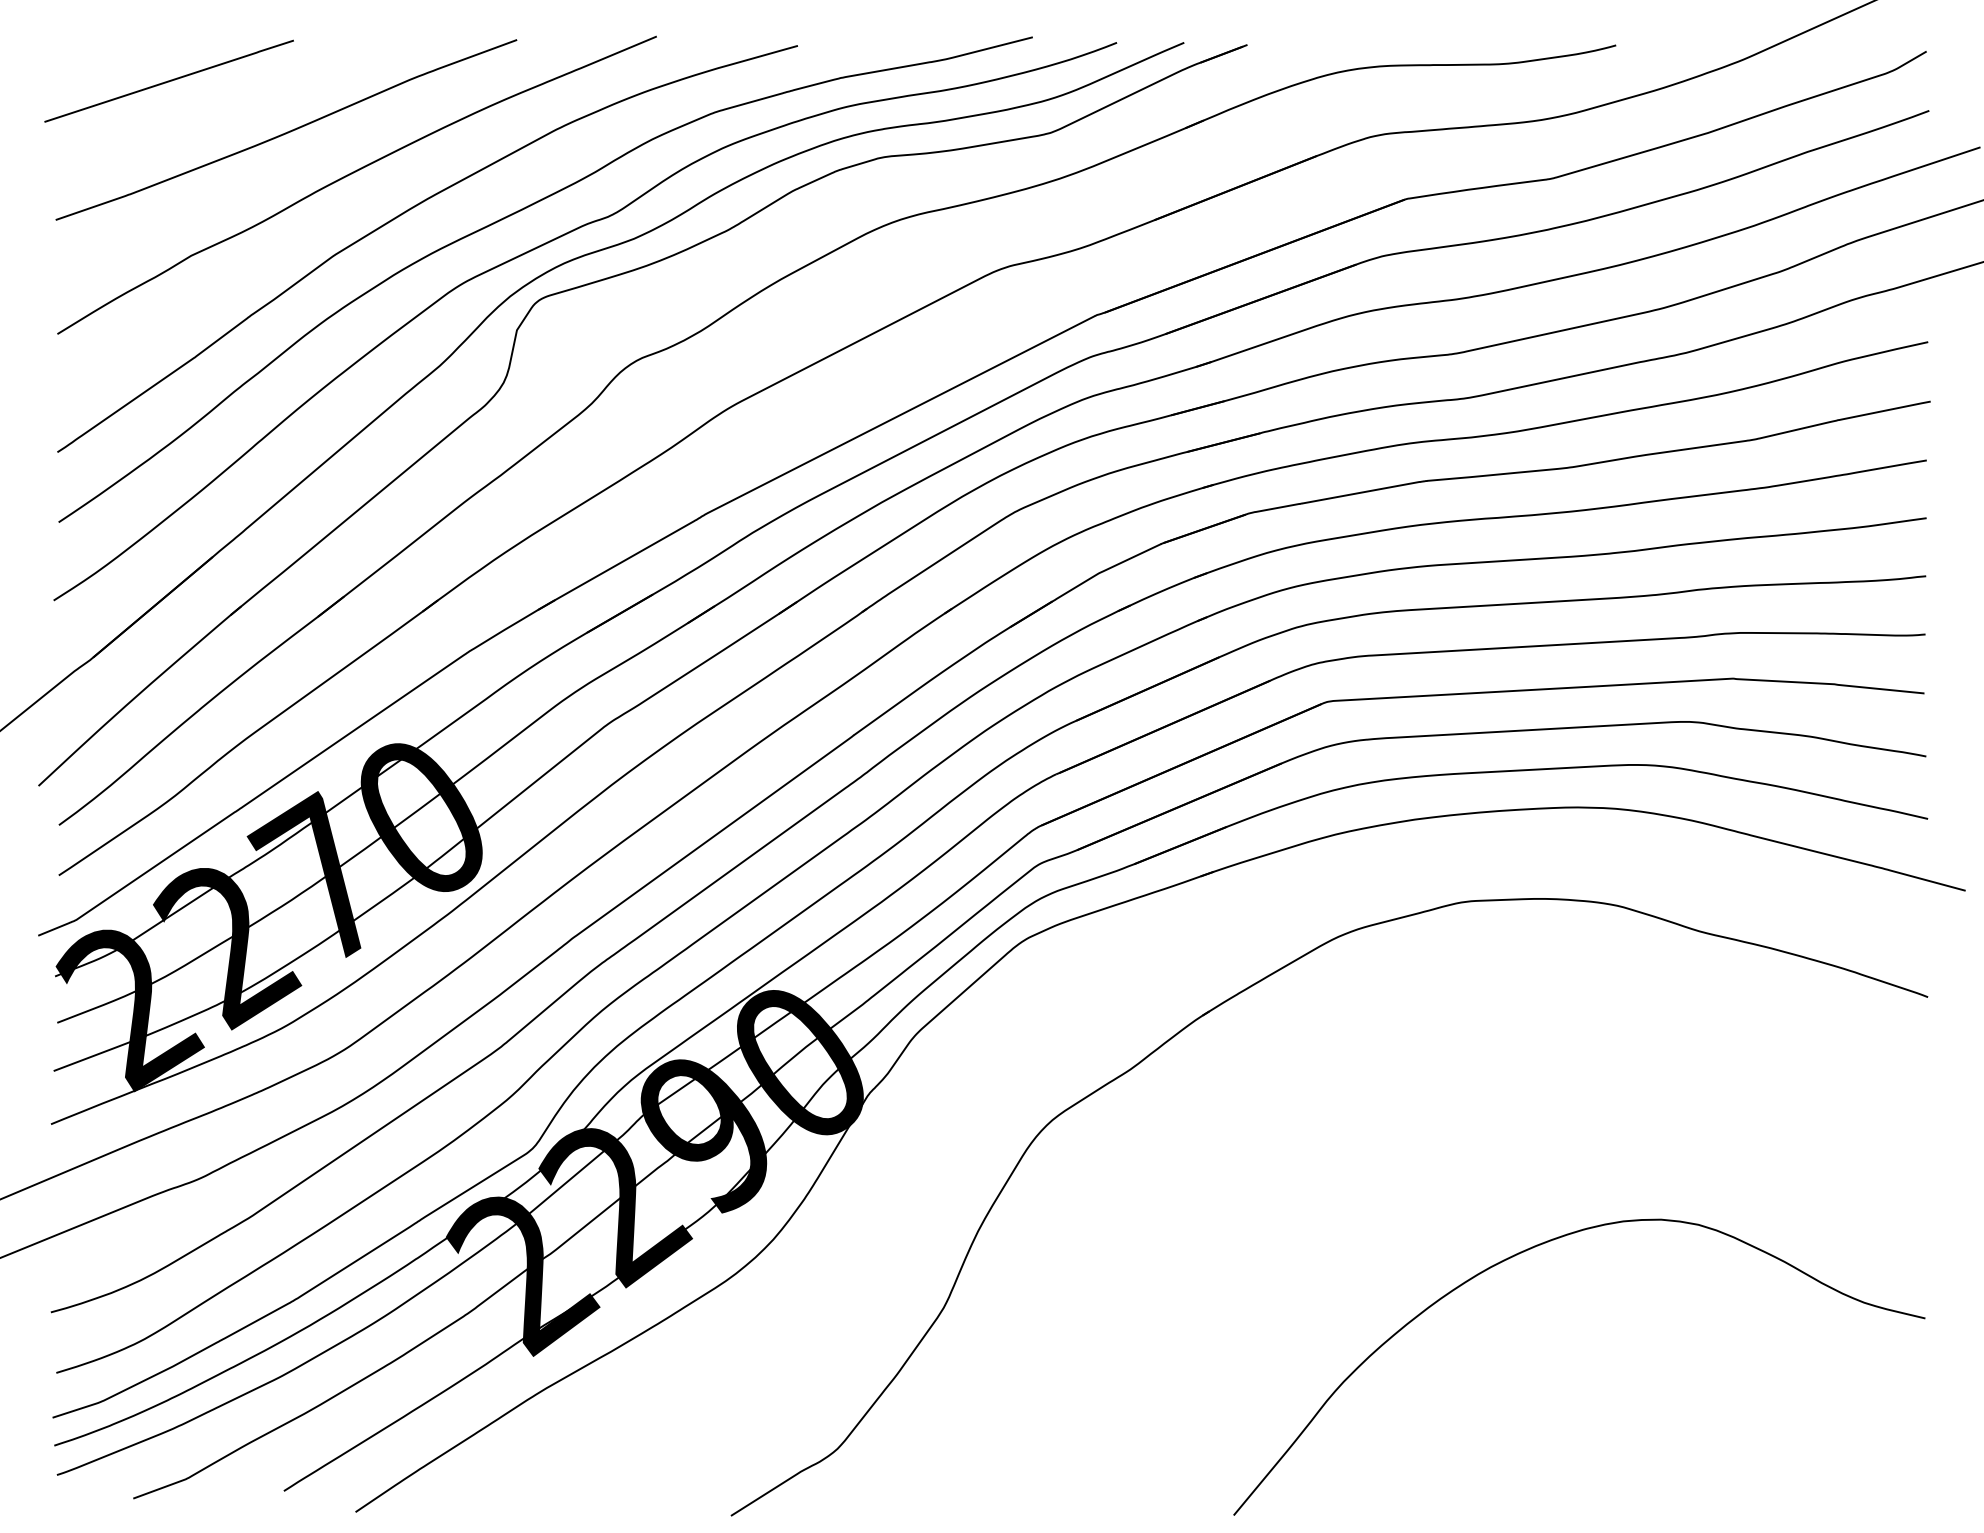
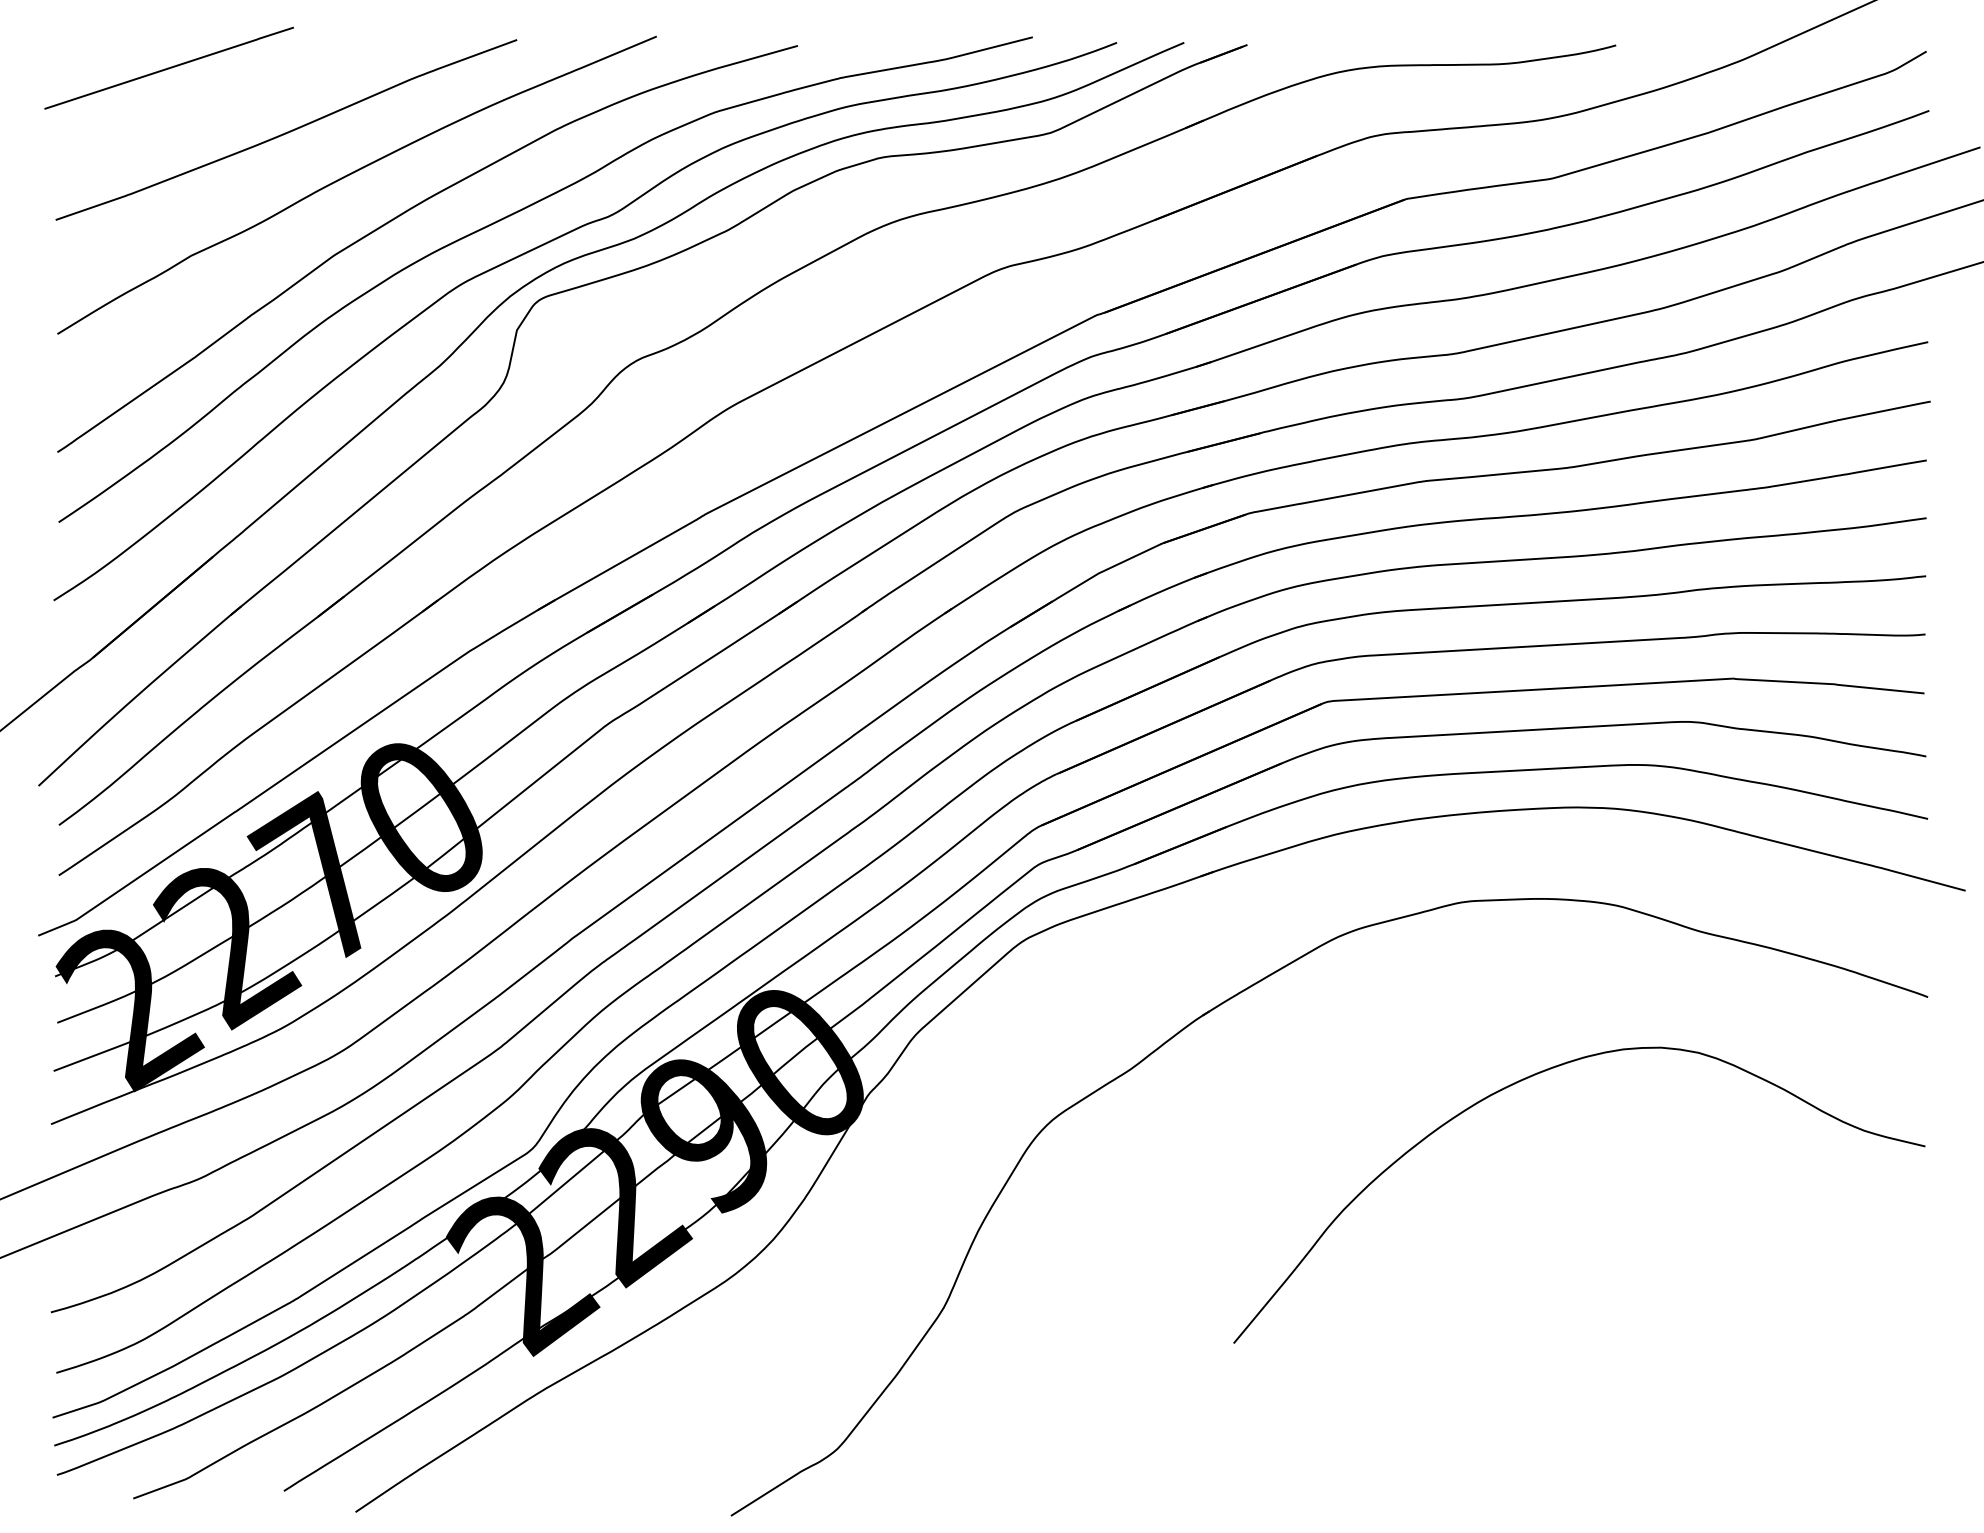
line at (168, 80) position: (168, 80) -> (168, 67)
curve at (1526, 1251) position: (1526, 1251) -> (1526, 1079)
